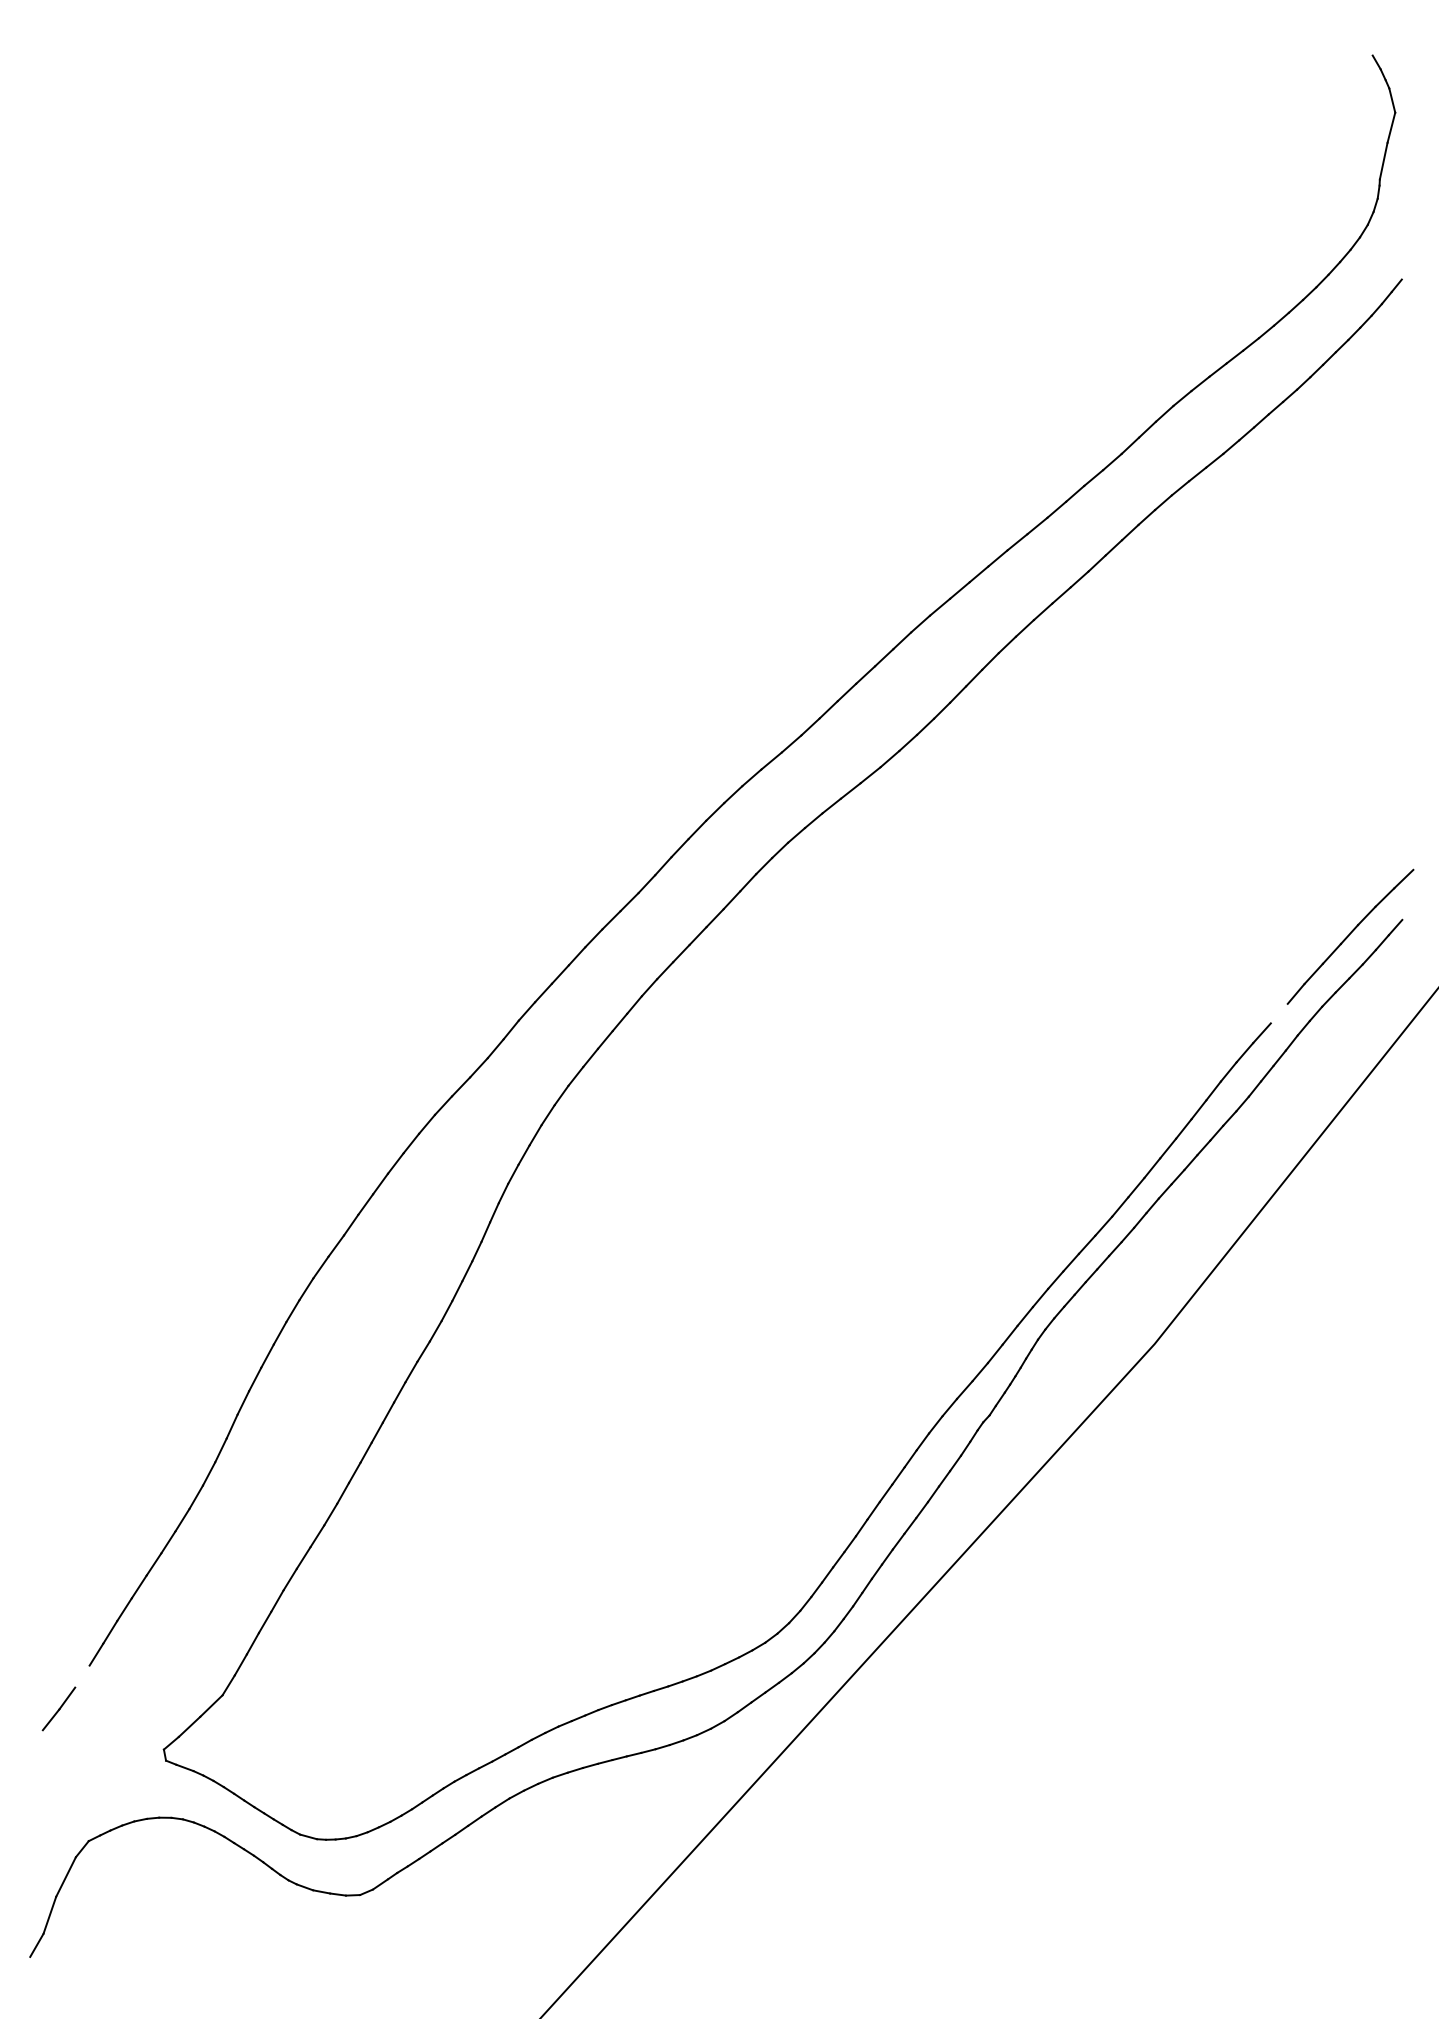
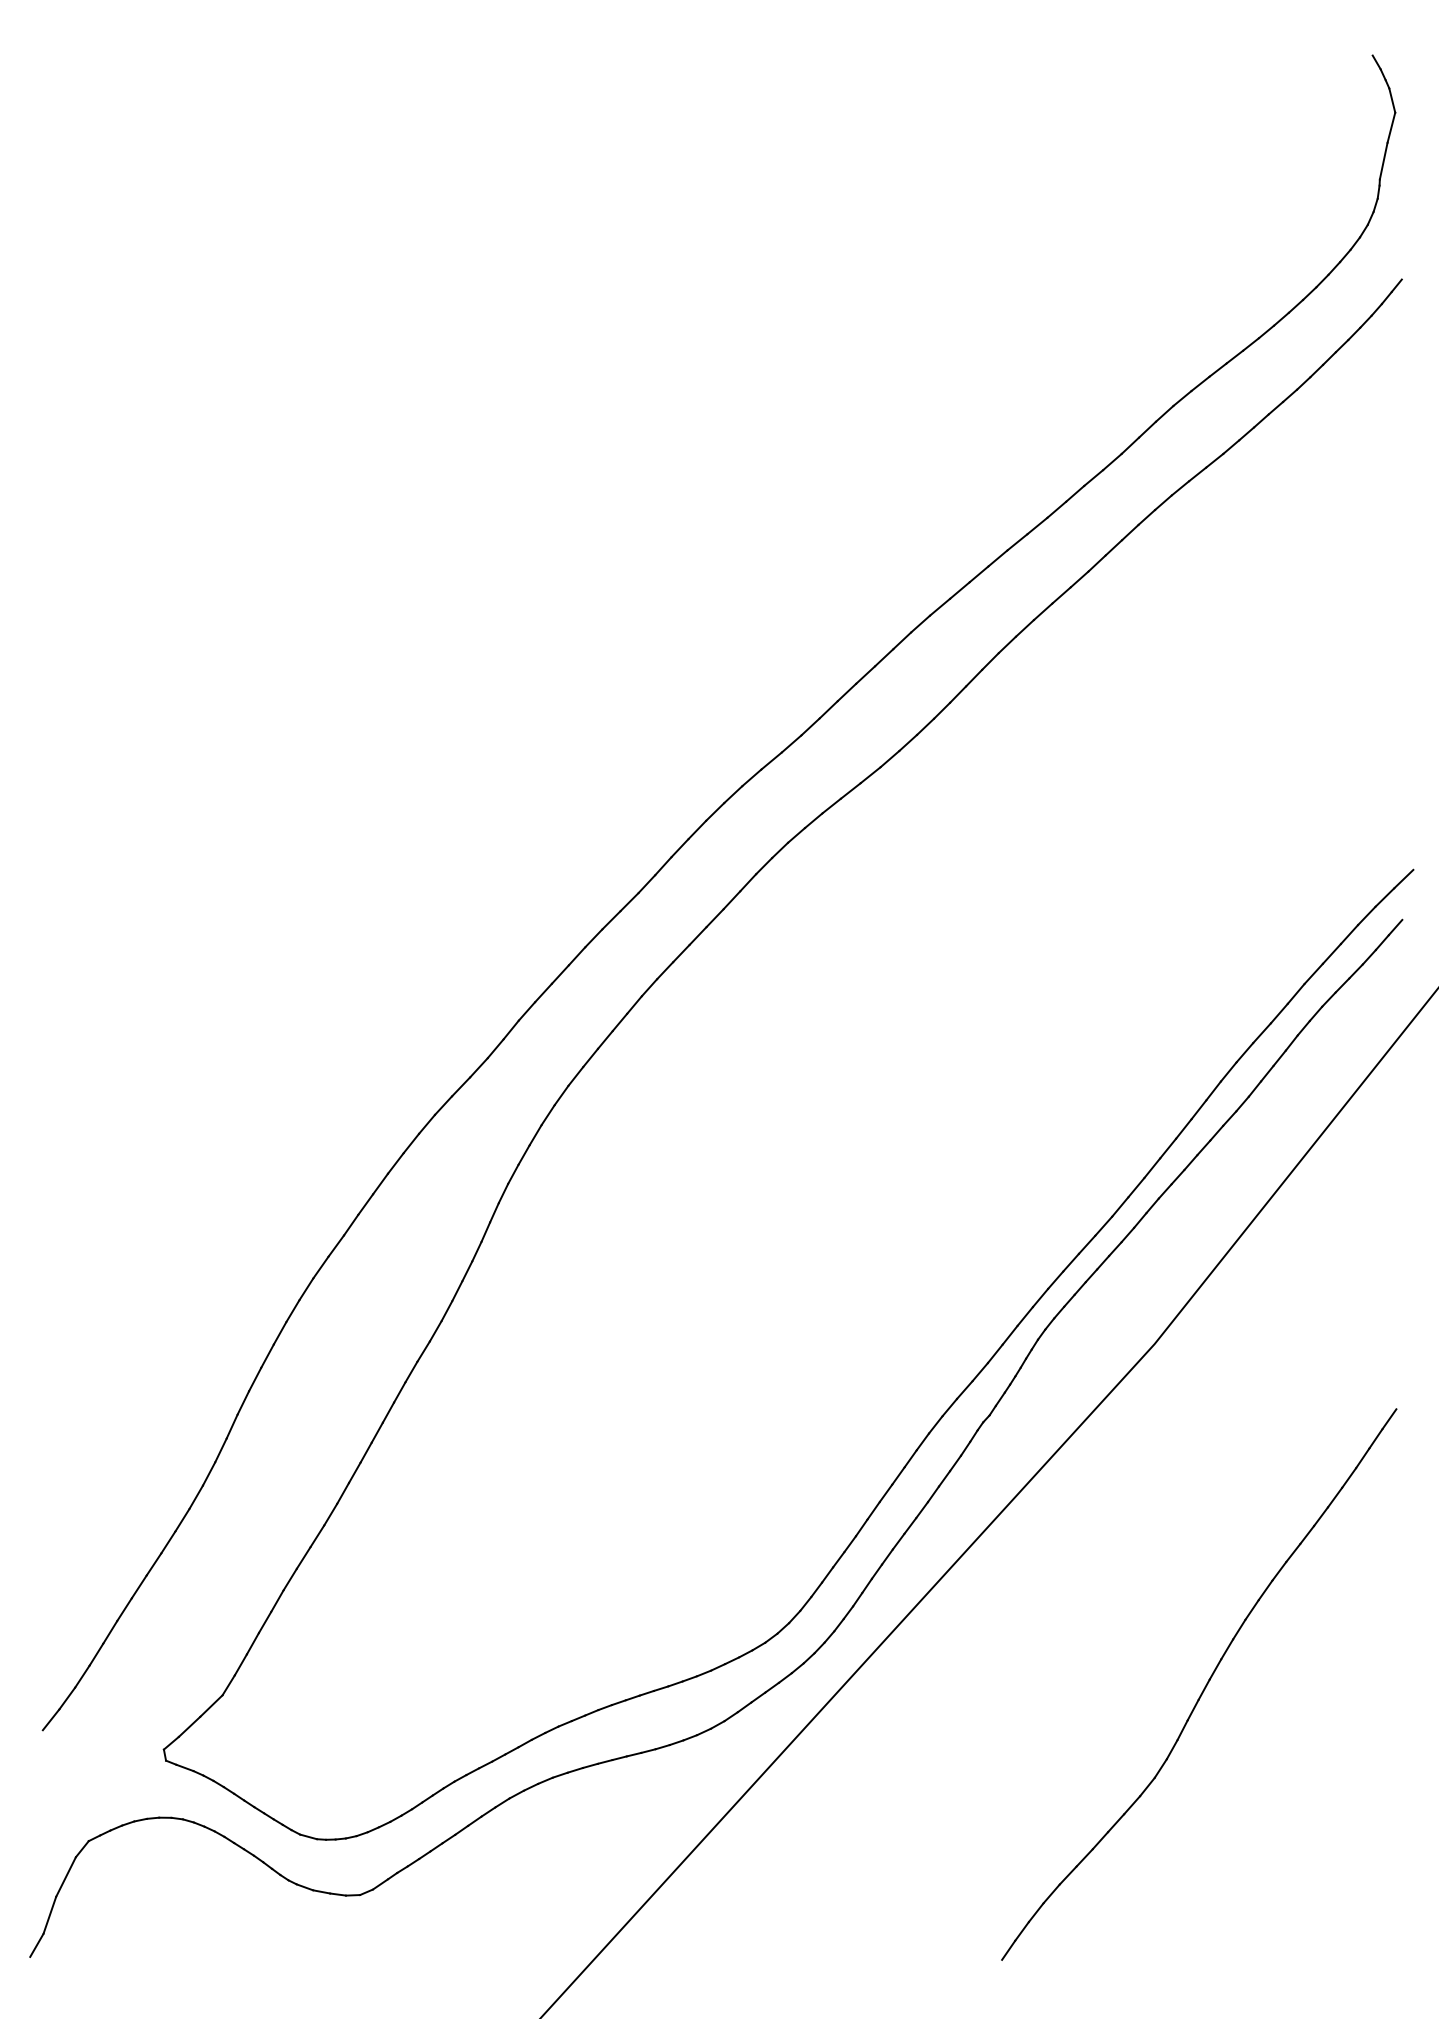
line at (1278, 1013): none -> present
line at (82, 1676): none -> present
part at (1199, 1684): none -> present
